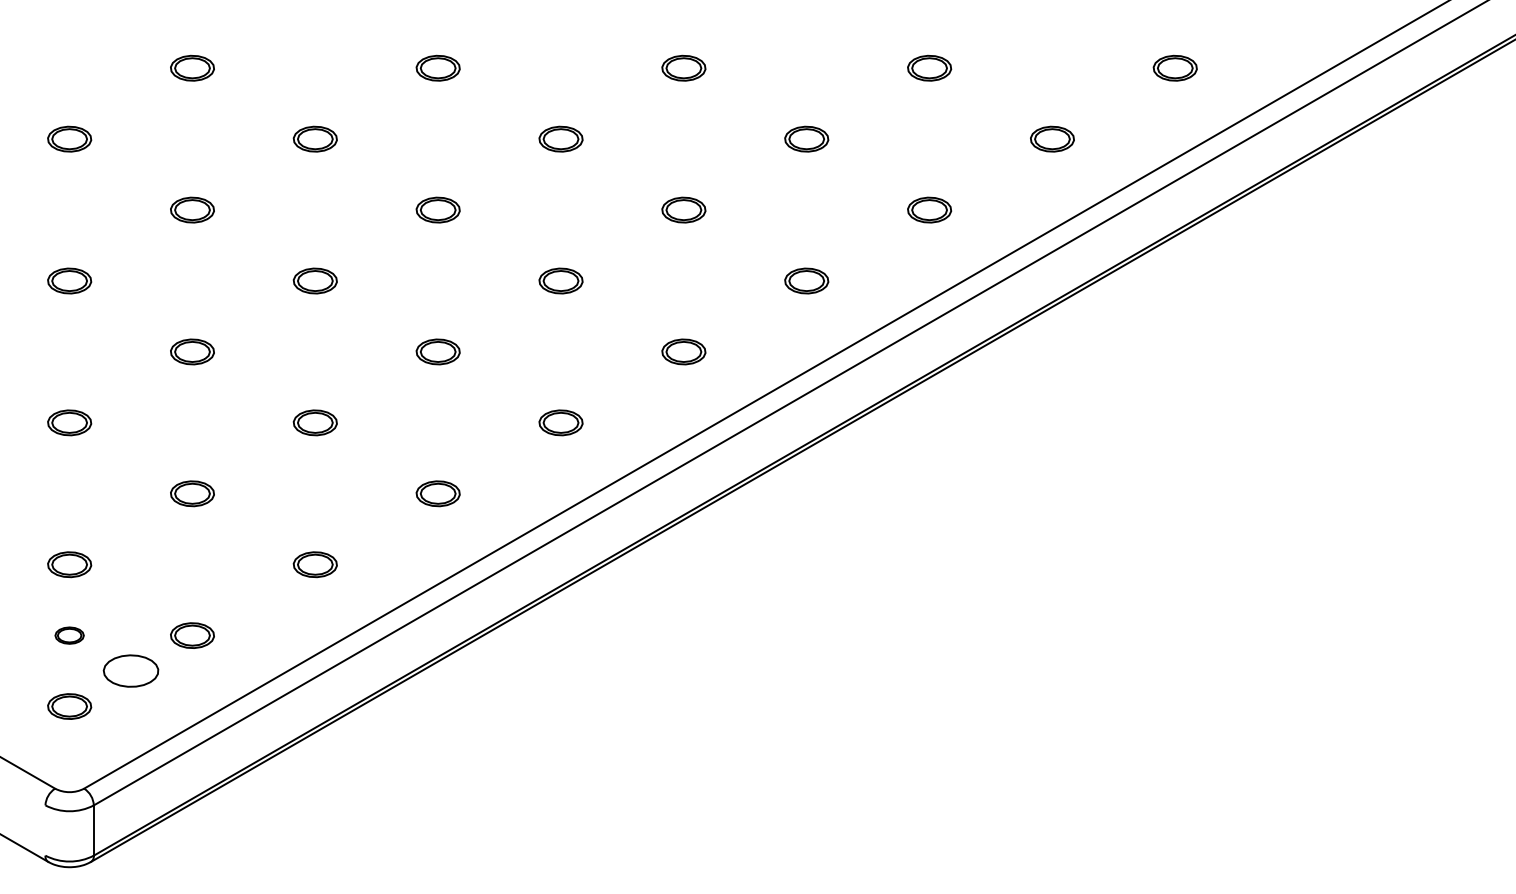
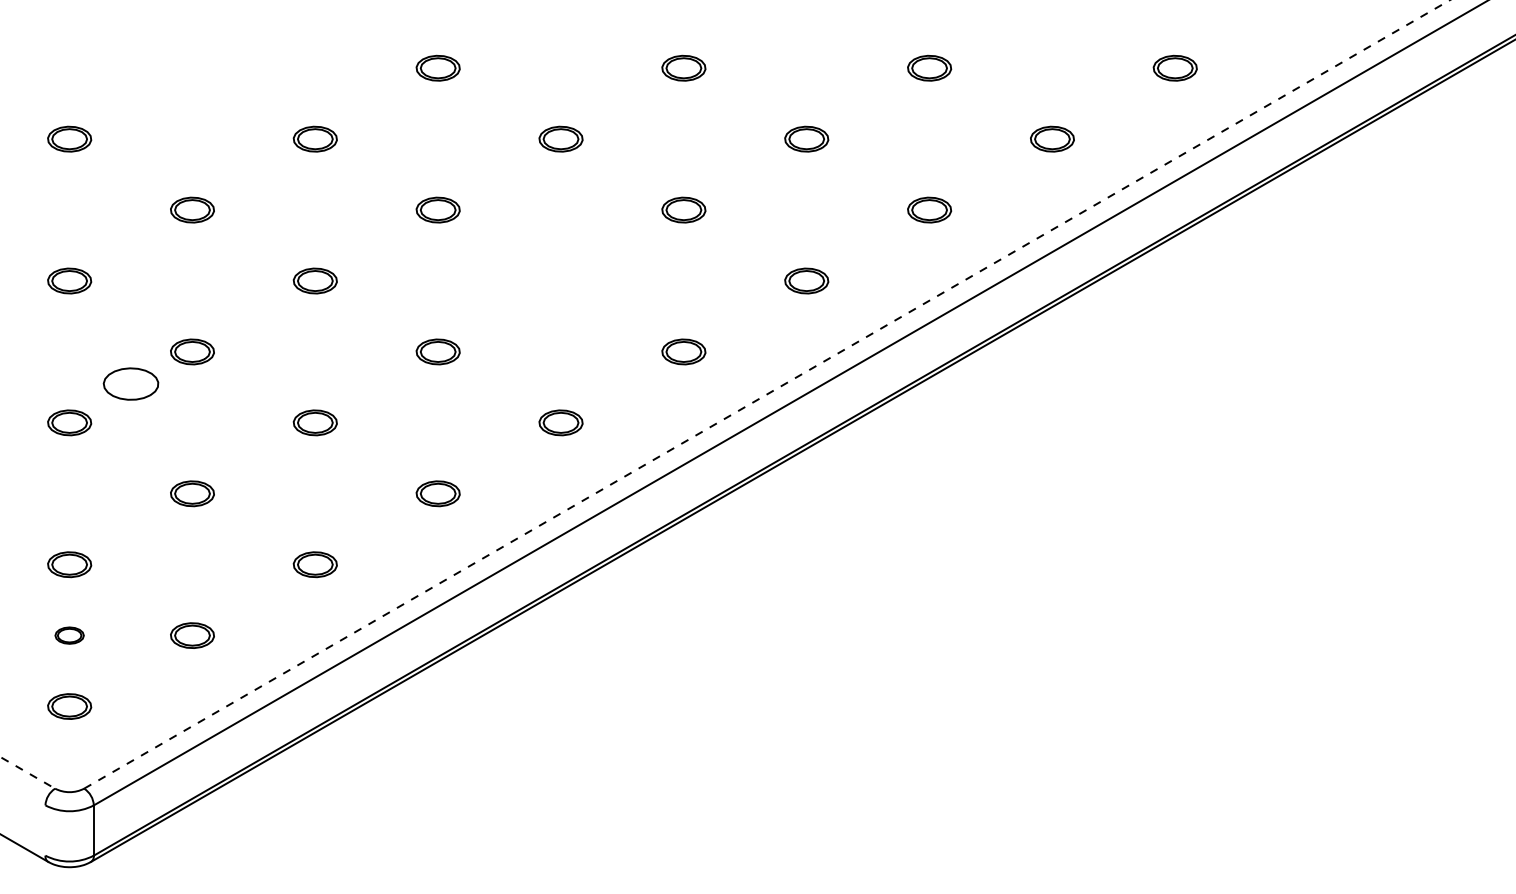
part at (192, 67): present -> none
part at (560, 280): present -> none
line at (767, 394): solid -> dashed
part at (130, 670) position: (130, 670) -> (130, 383)
line at (28, 773): solid -> dashed
